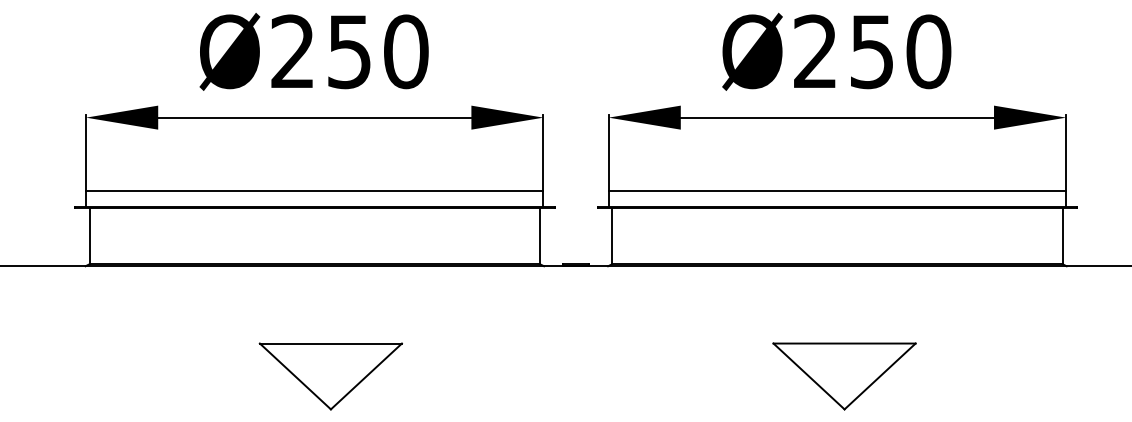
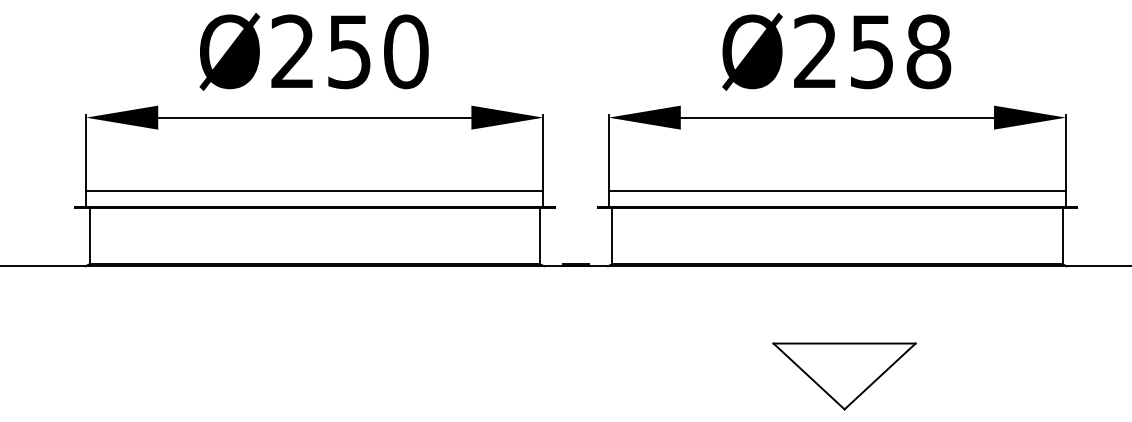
text at (928, 51): Ø250 -> Ø258
part at (330, 376): present -> none
